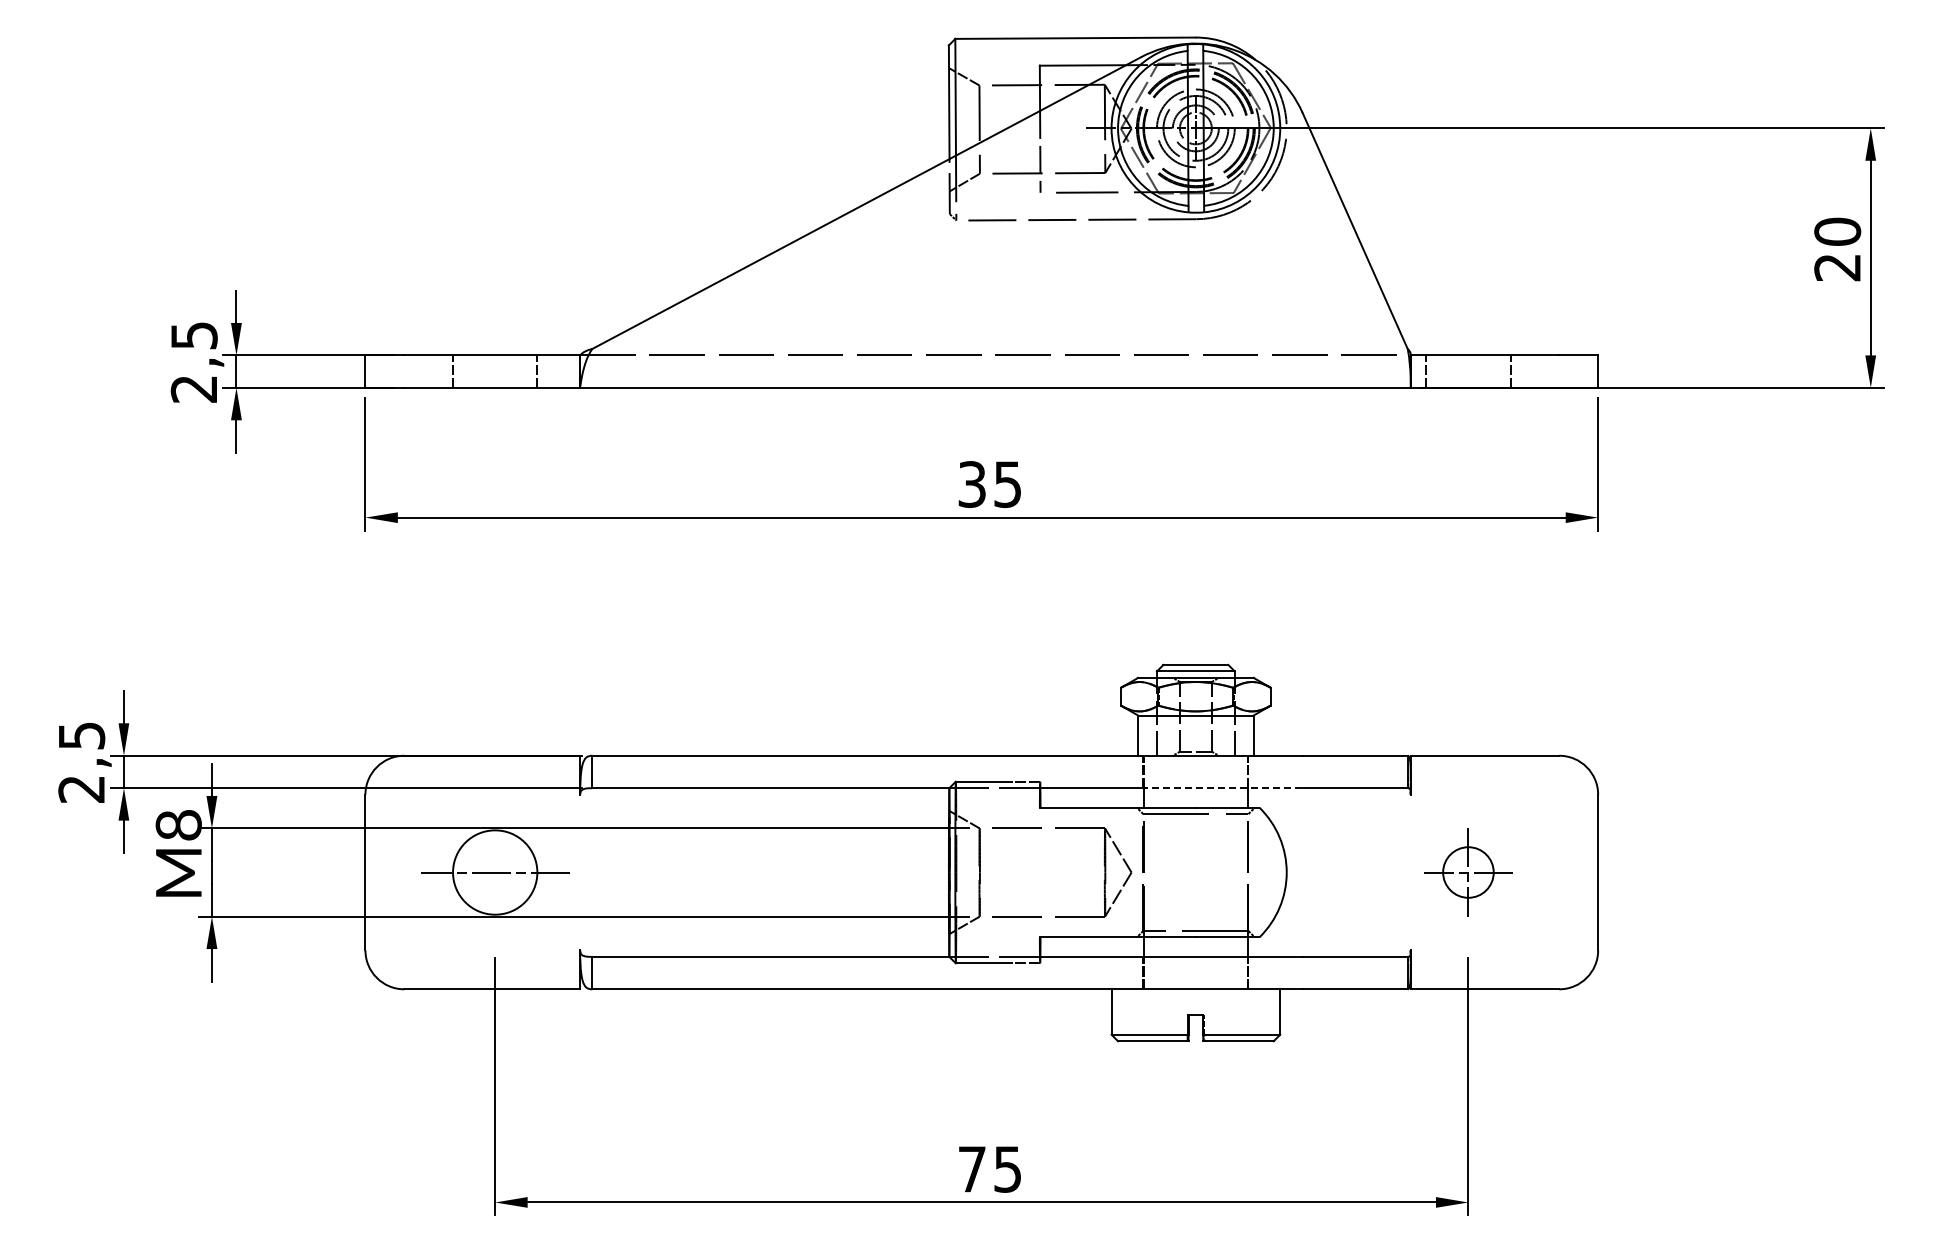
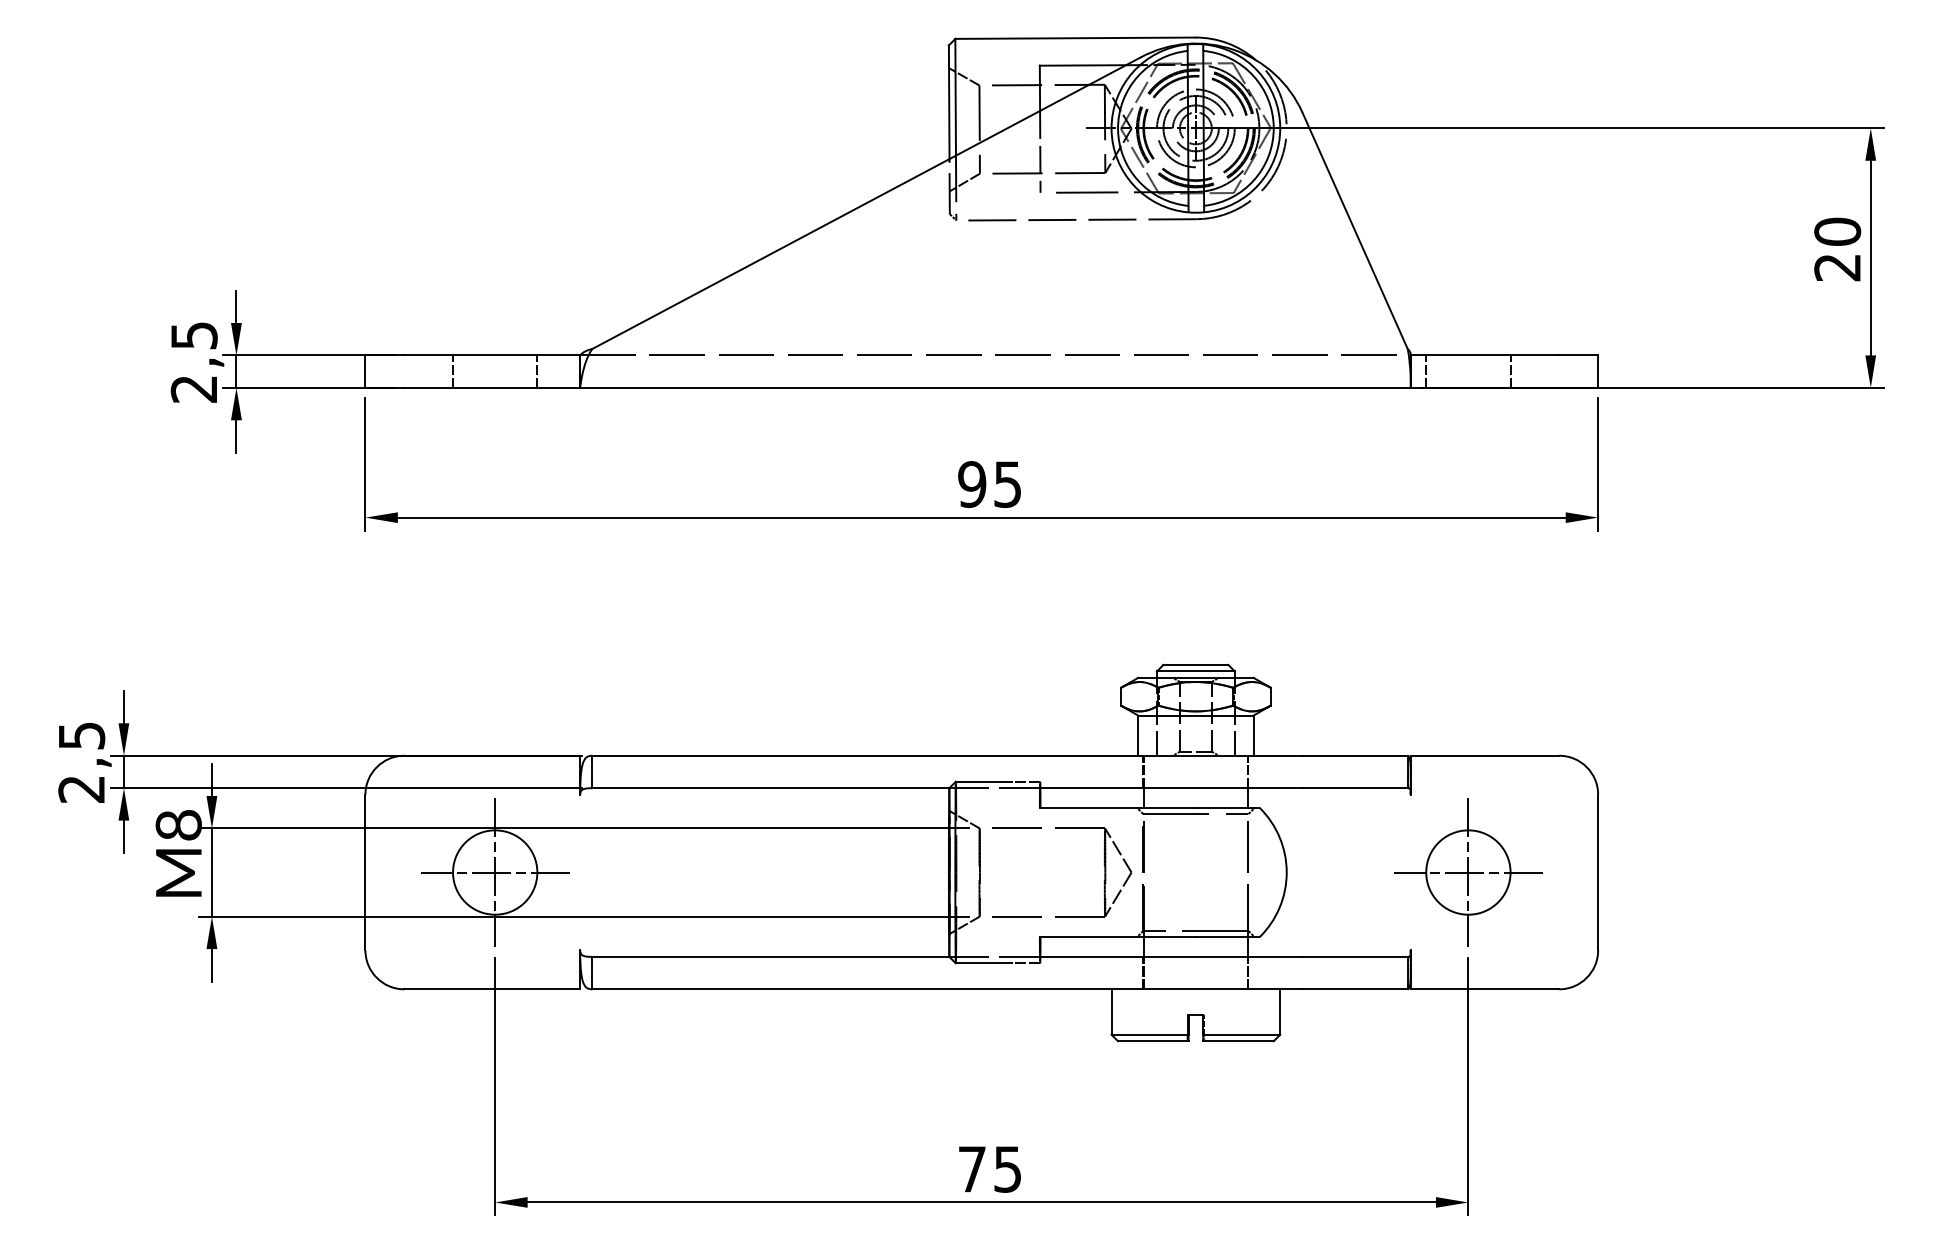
text at (972, 484): 35 -> 95
line at (1221, 788): dashed -> solid
line at (495, 872): none -> present
part at (1468, 872) size: 89x89 px -> 149x149 px
